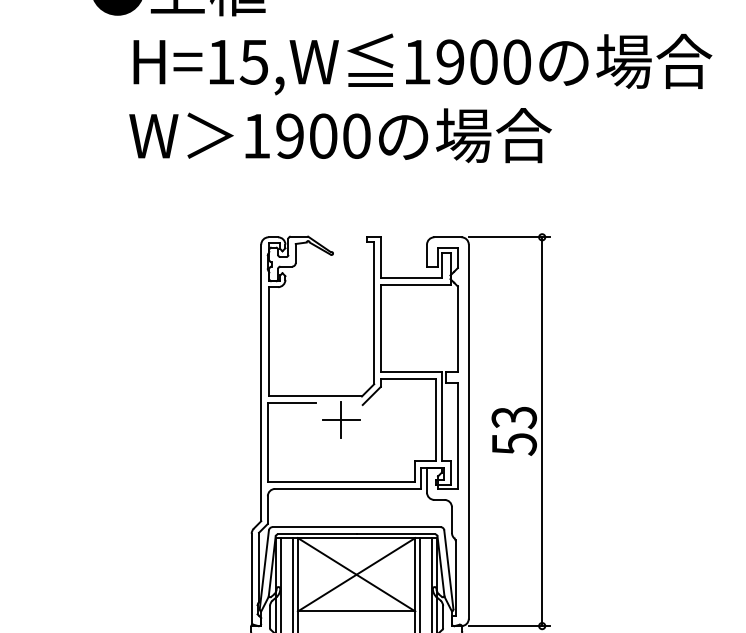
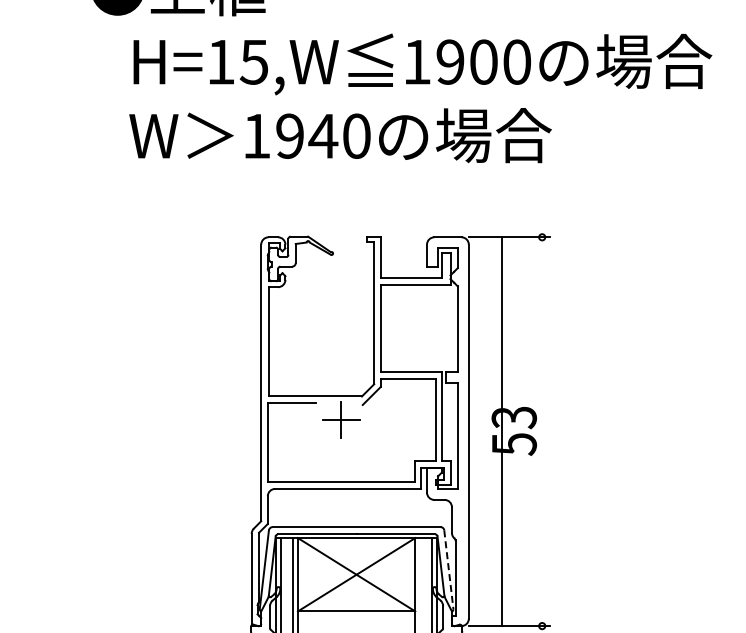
text at (323, 135): 1900 -> 1940
line at (542, 431) position: (542, 431) -> (502, 431)
line at (448, 569): solid -> dashed
line at (420, 583): present -> none
